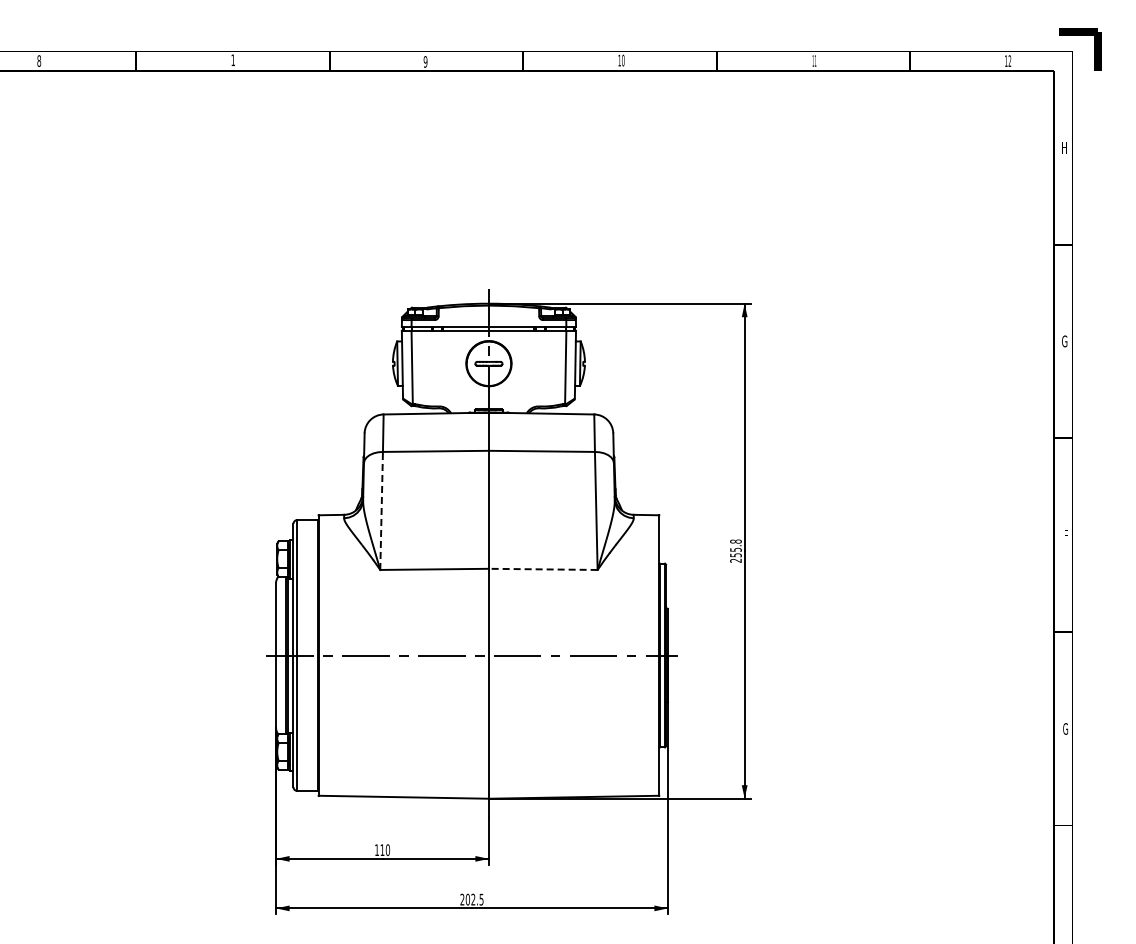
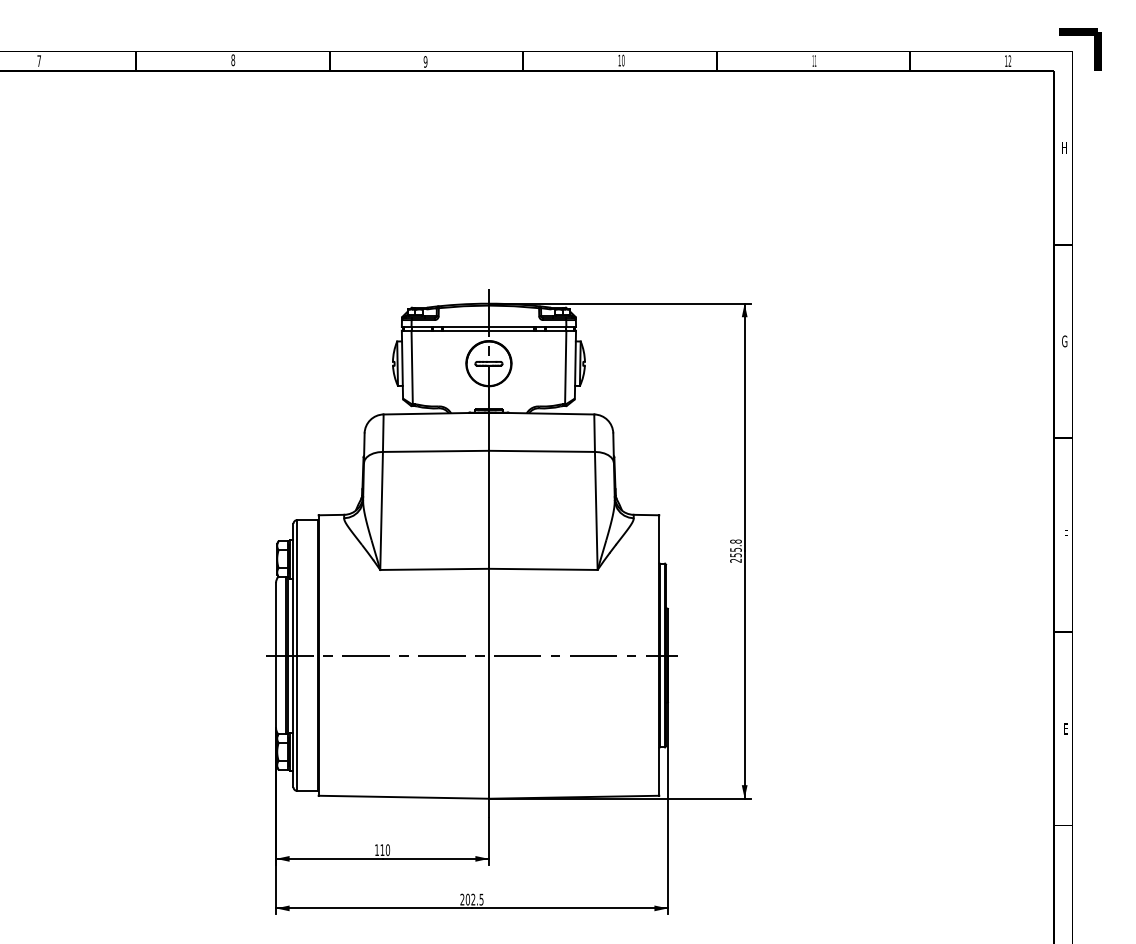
text at (39, 60): 8 -> 7
text at (233, 60): 1 -> 8
line at (381, 510): dashed -> solid
line at (542, 569): dashed -> solid
text at (1065, 728): G -> E
